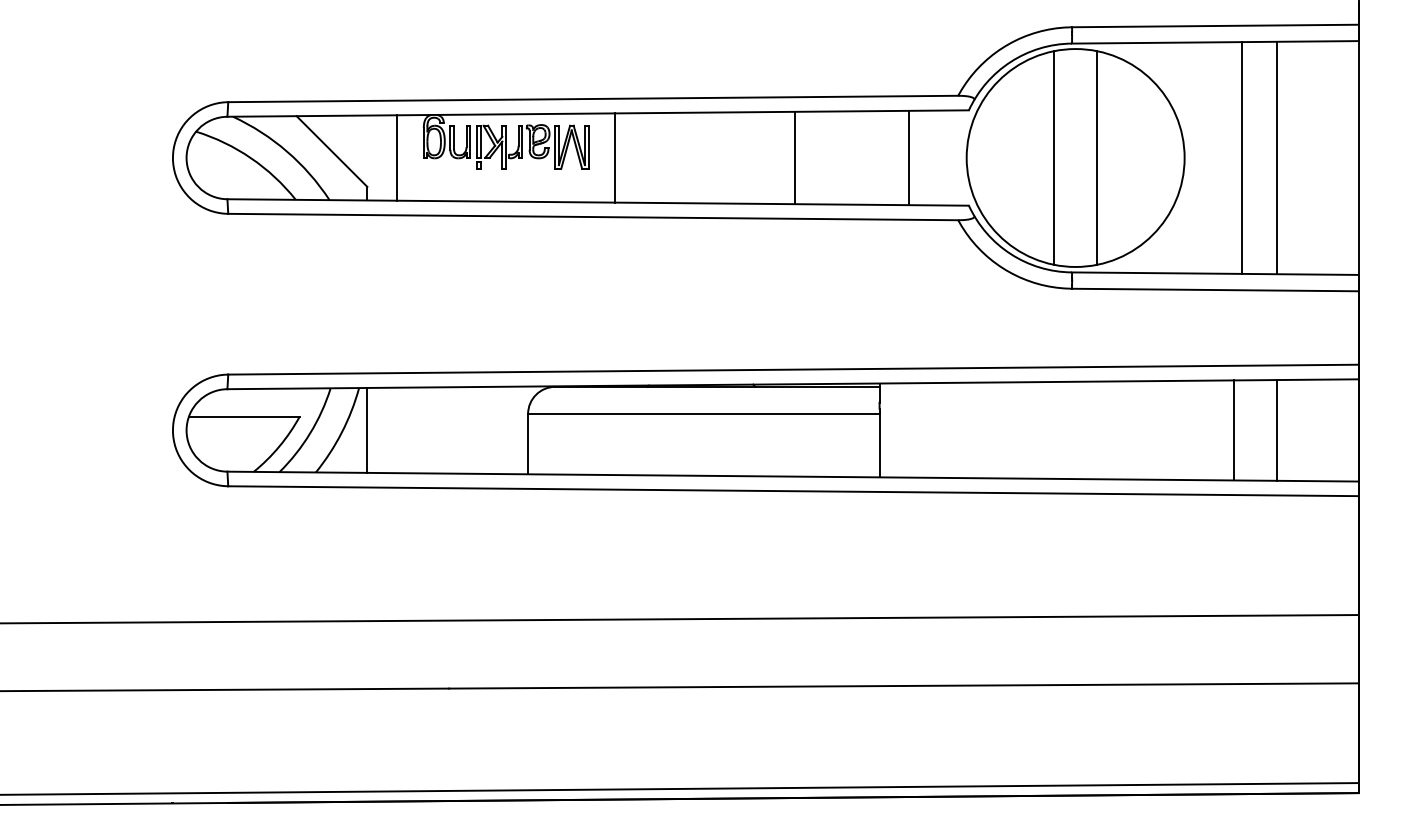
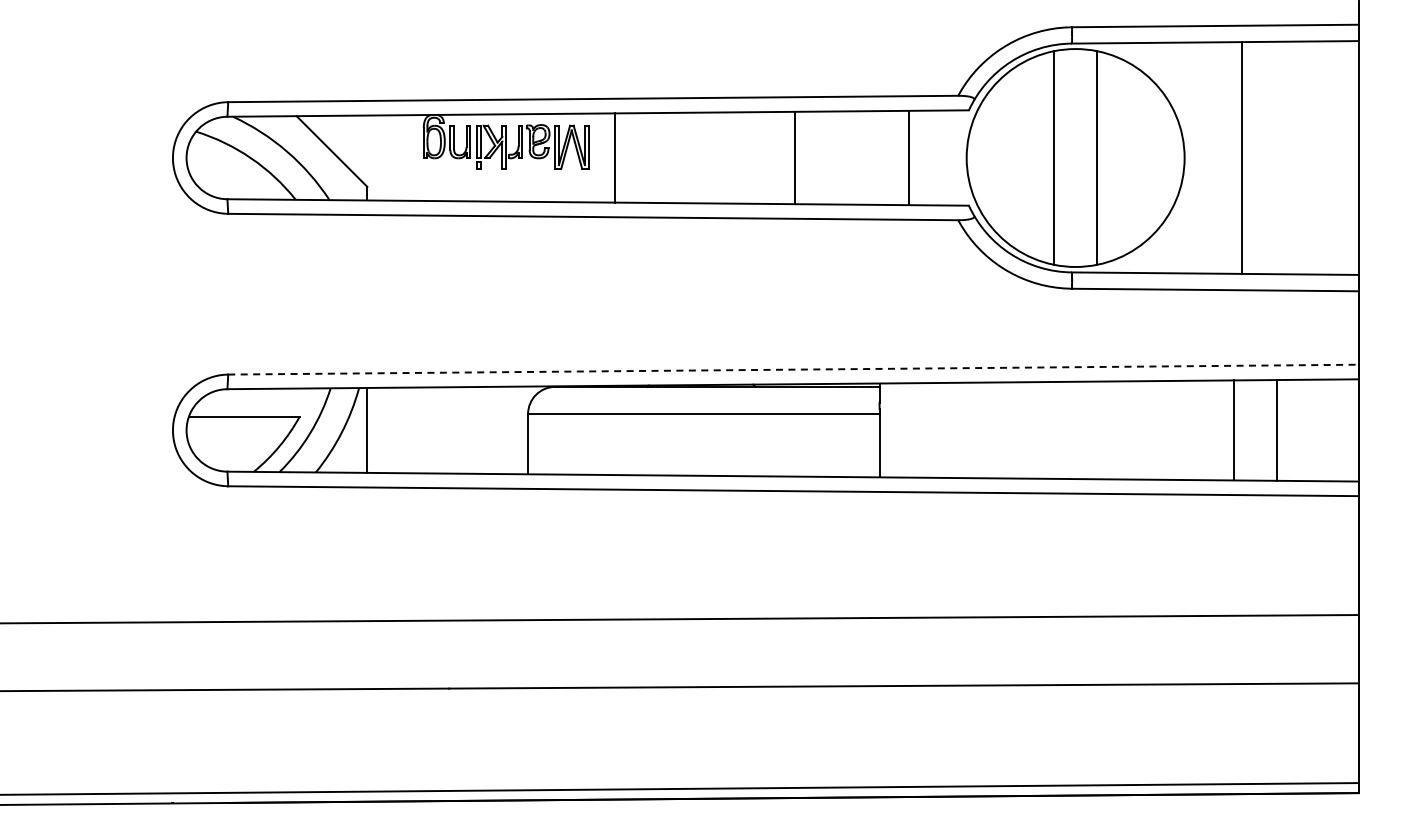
line at (397, 157): present -> none
line at (1277, 157): present -> none
line at (794, 369): solid -> dashed
